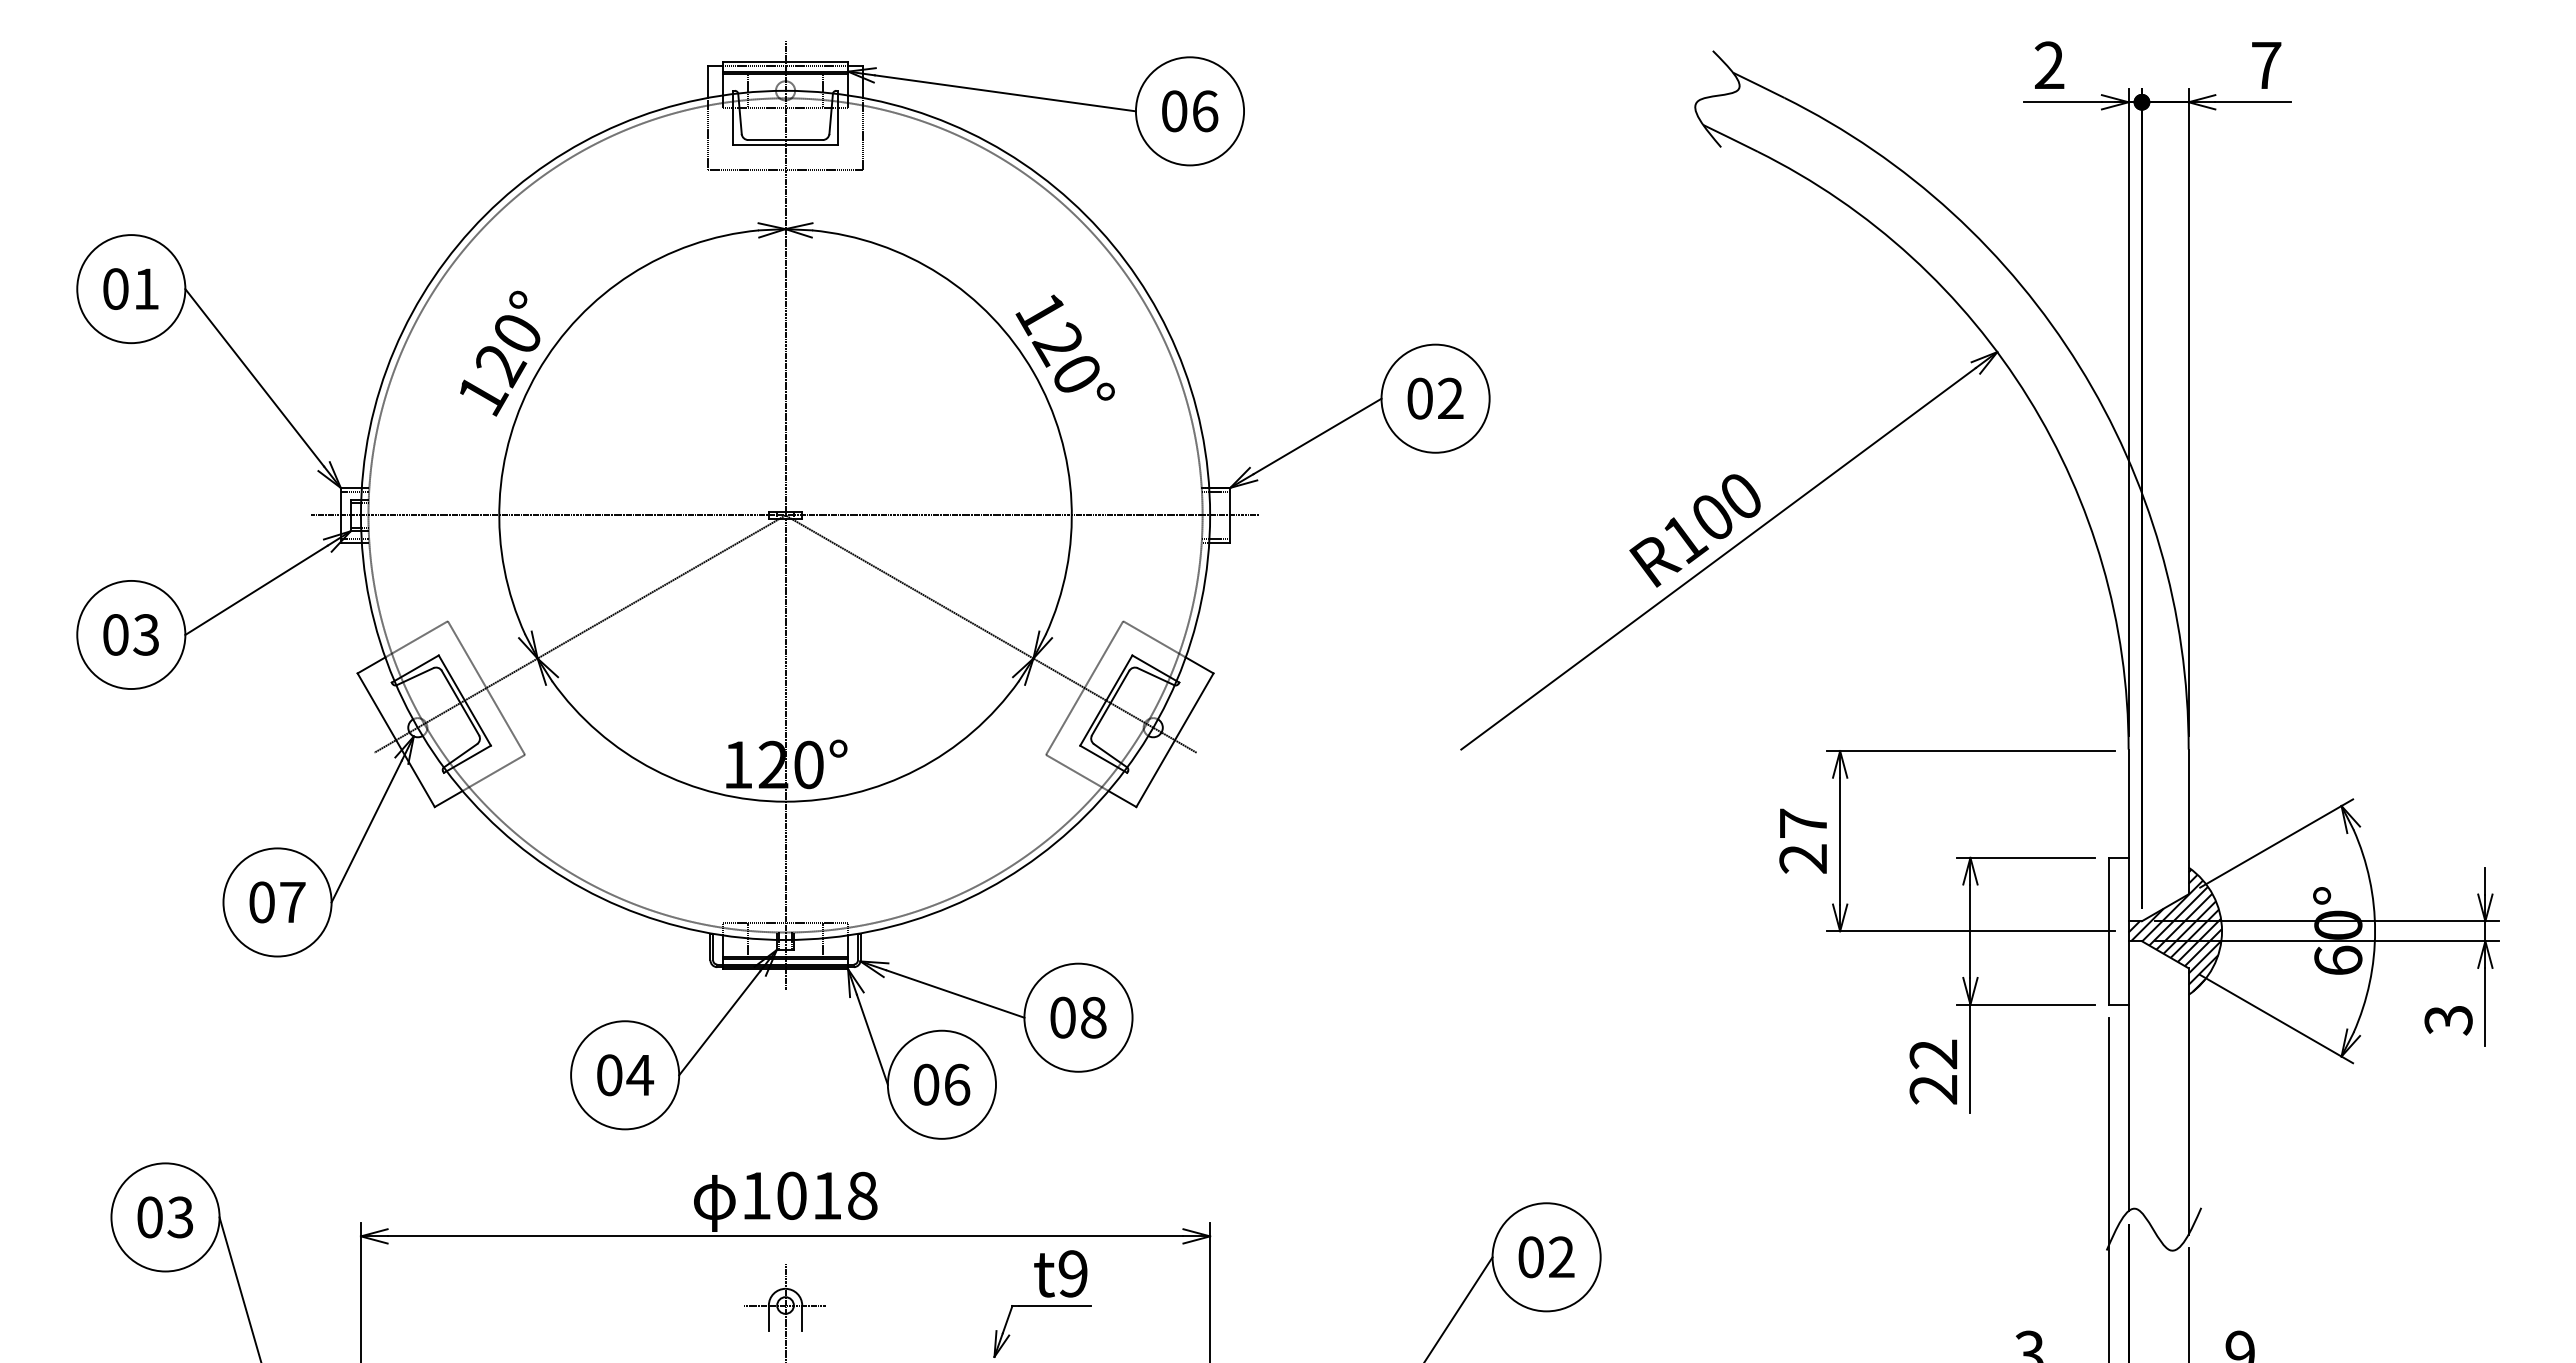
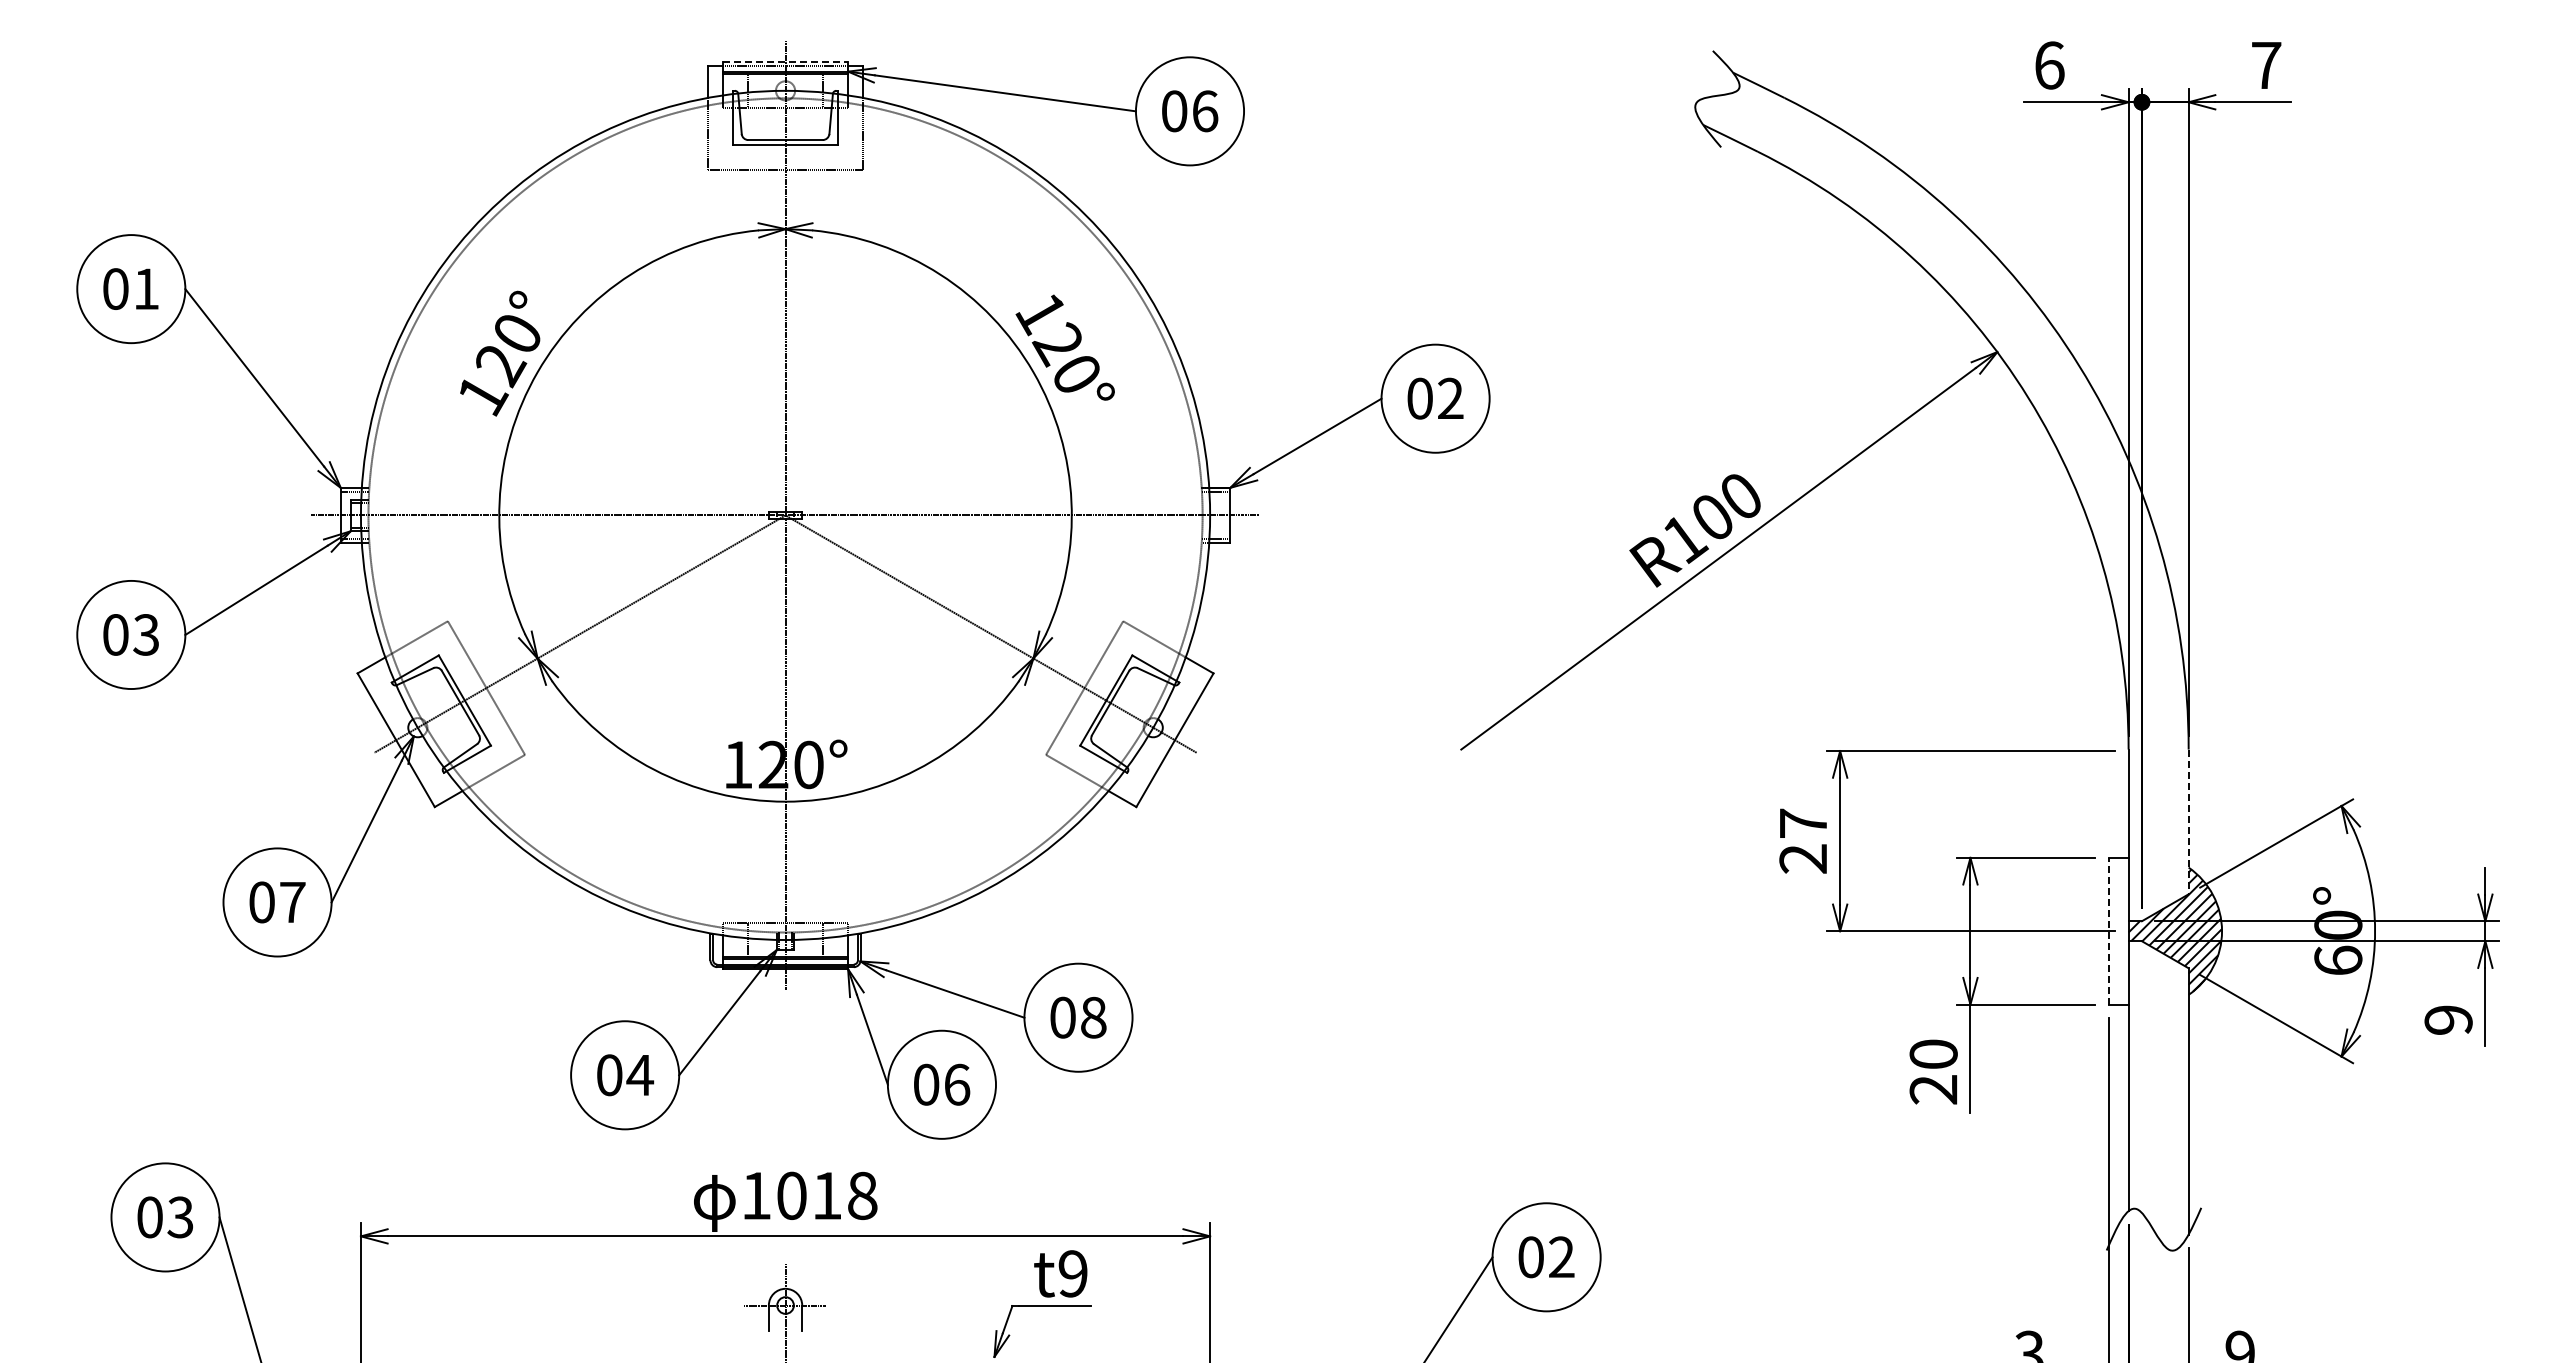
line at (785, 61): solid -> dashed
text at (2049, 65): 2 -> 6
line at (2188, 822): solid -> dashed
line at (2108, 930): solid -> dashed
text at (2448, 1020): 3 -> 9
text at (1933, 1054): 22 -> 20
